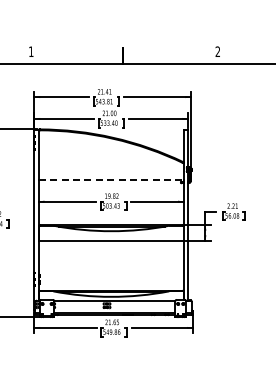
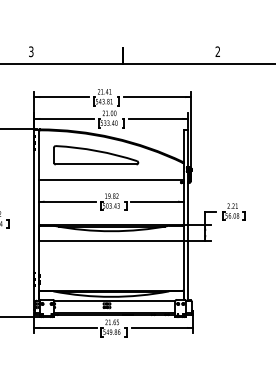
text at (31, 51): 1 -> 3
part at (96, 155): none -> present
line at (111, 179): dashed -> solid
